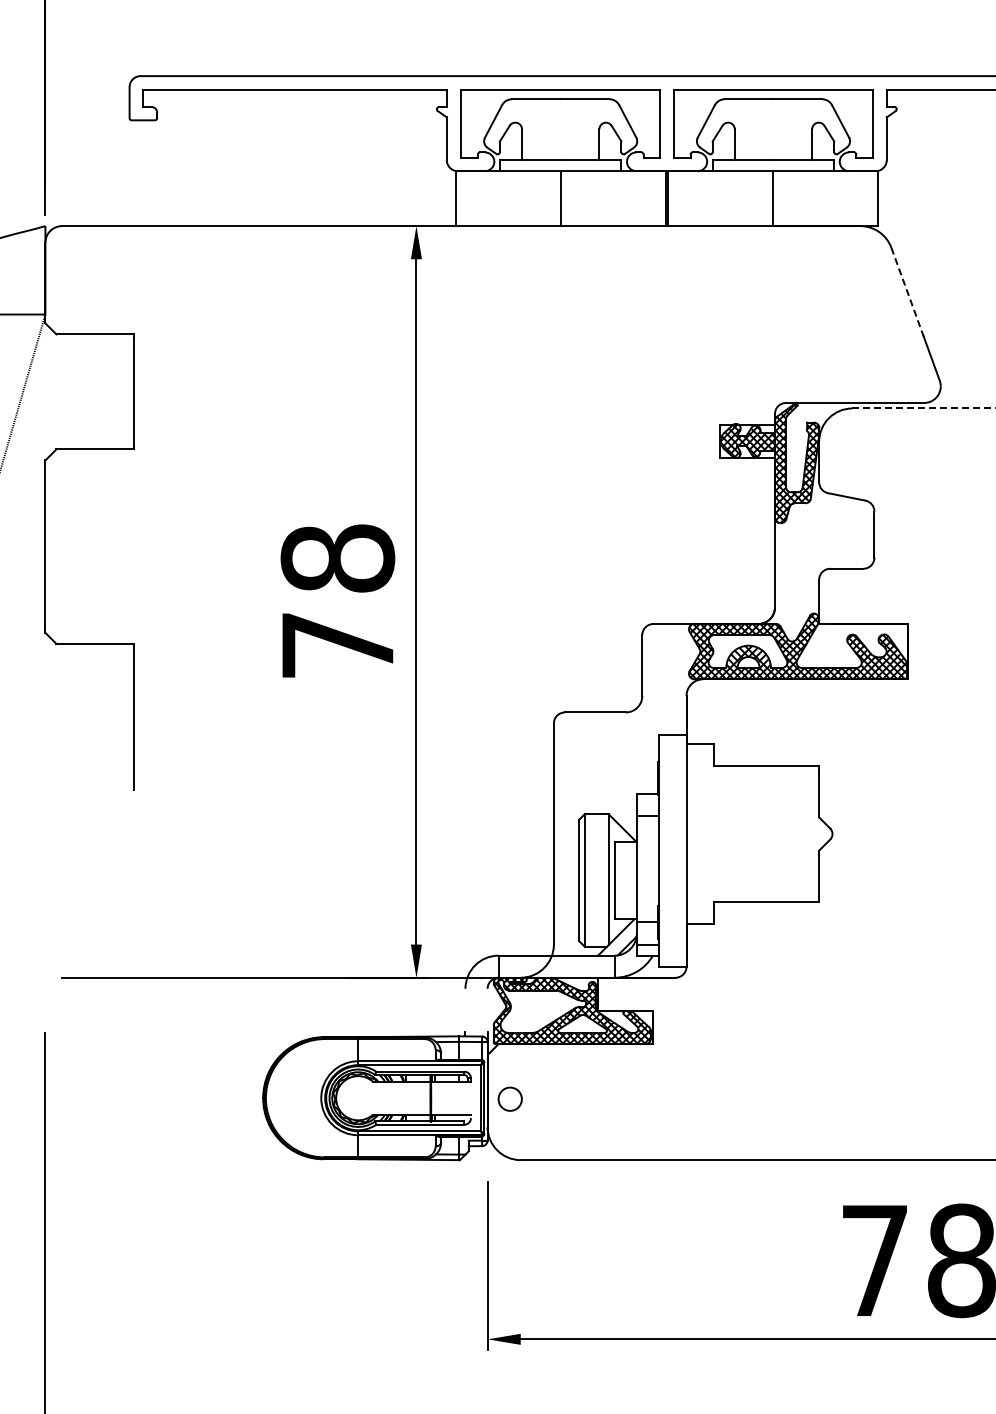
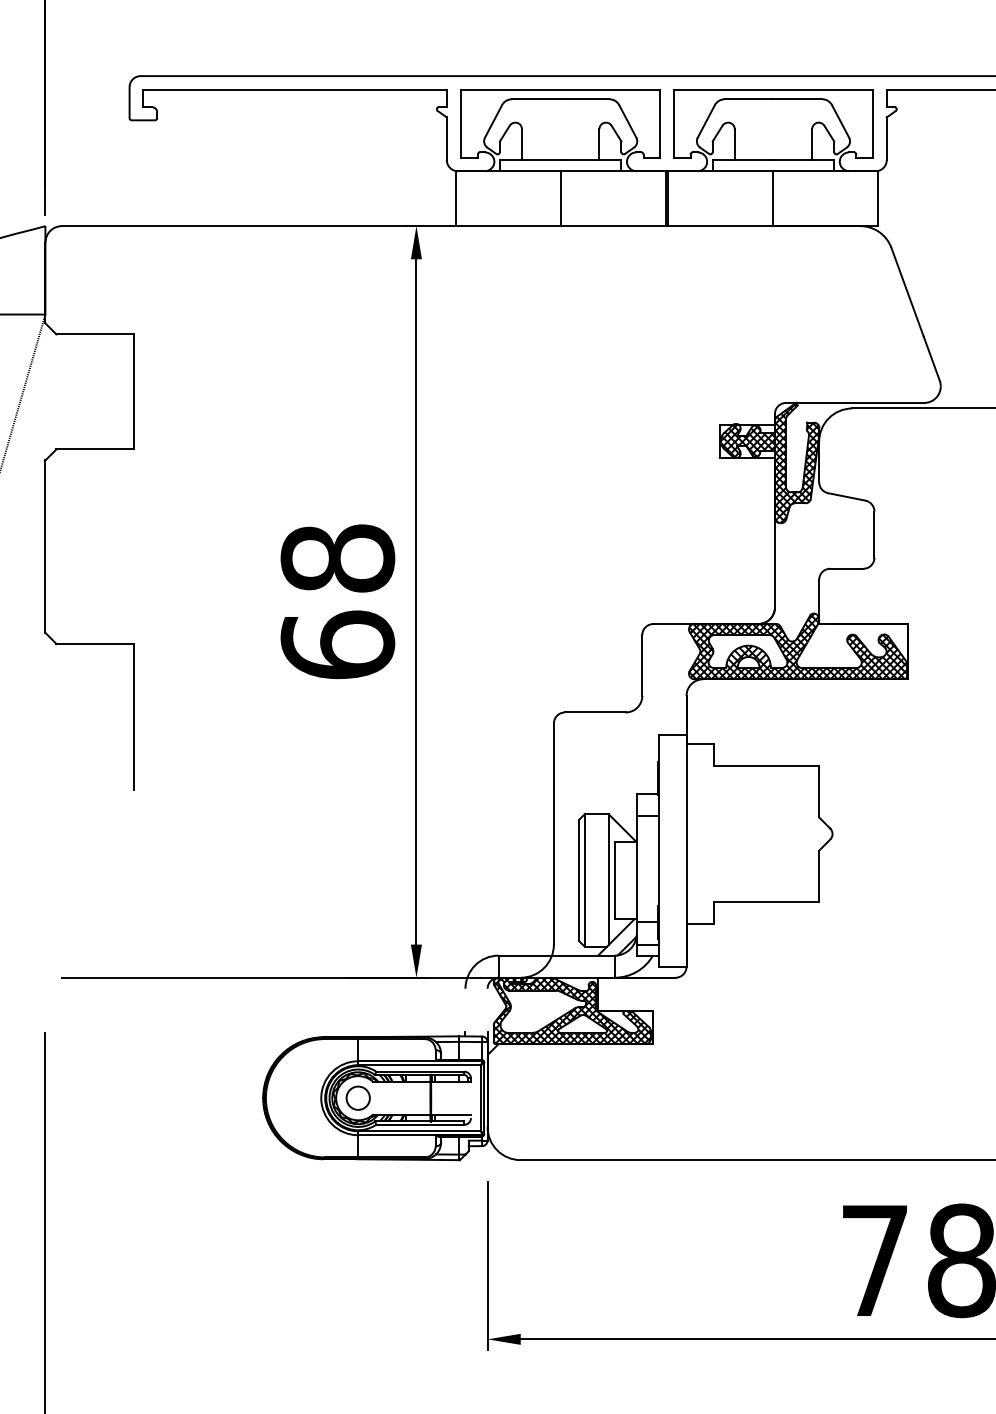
line at (907, 292): dashed -> solid
line at (924, 408): dashed -> solid
text at (337, 644): 78 -> 68
circle at (509, 1098) position: (509, 1098) -> (357, 1097)
